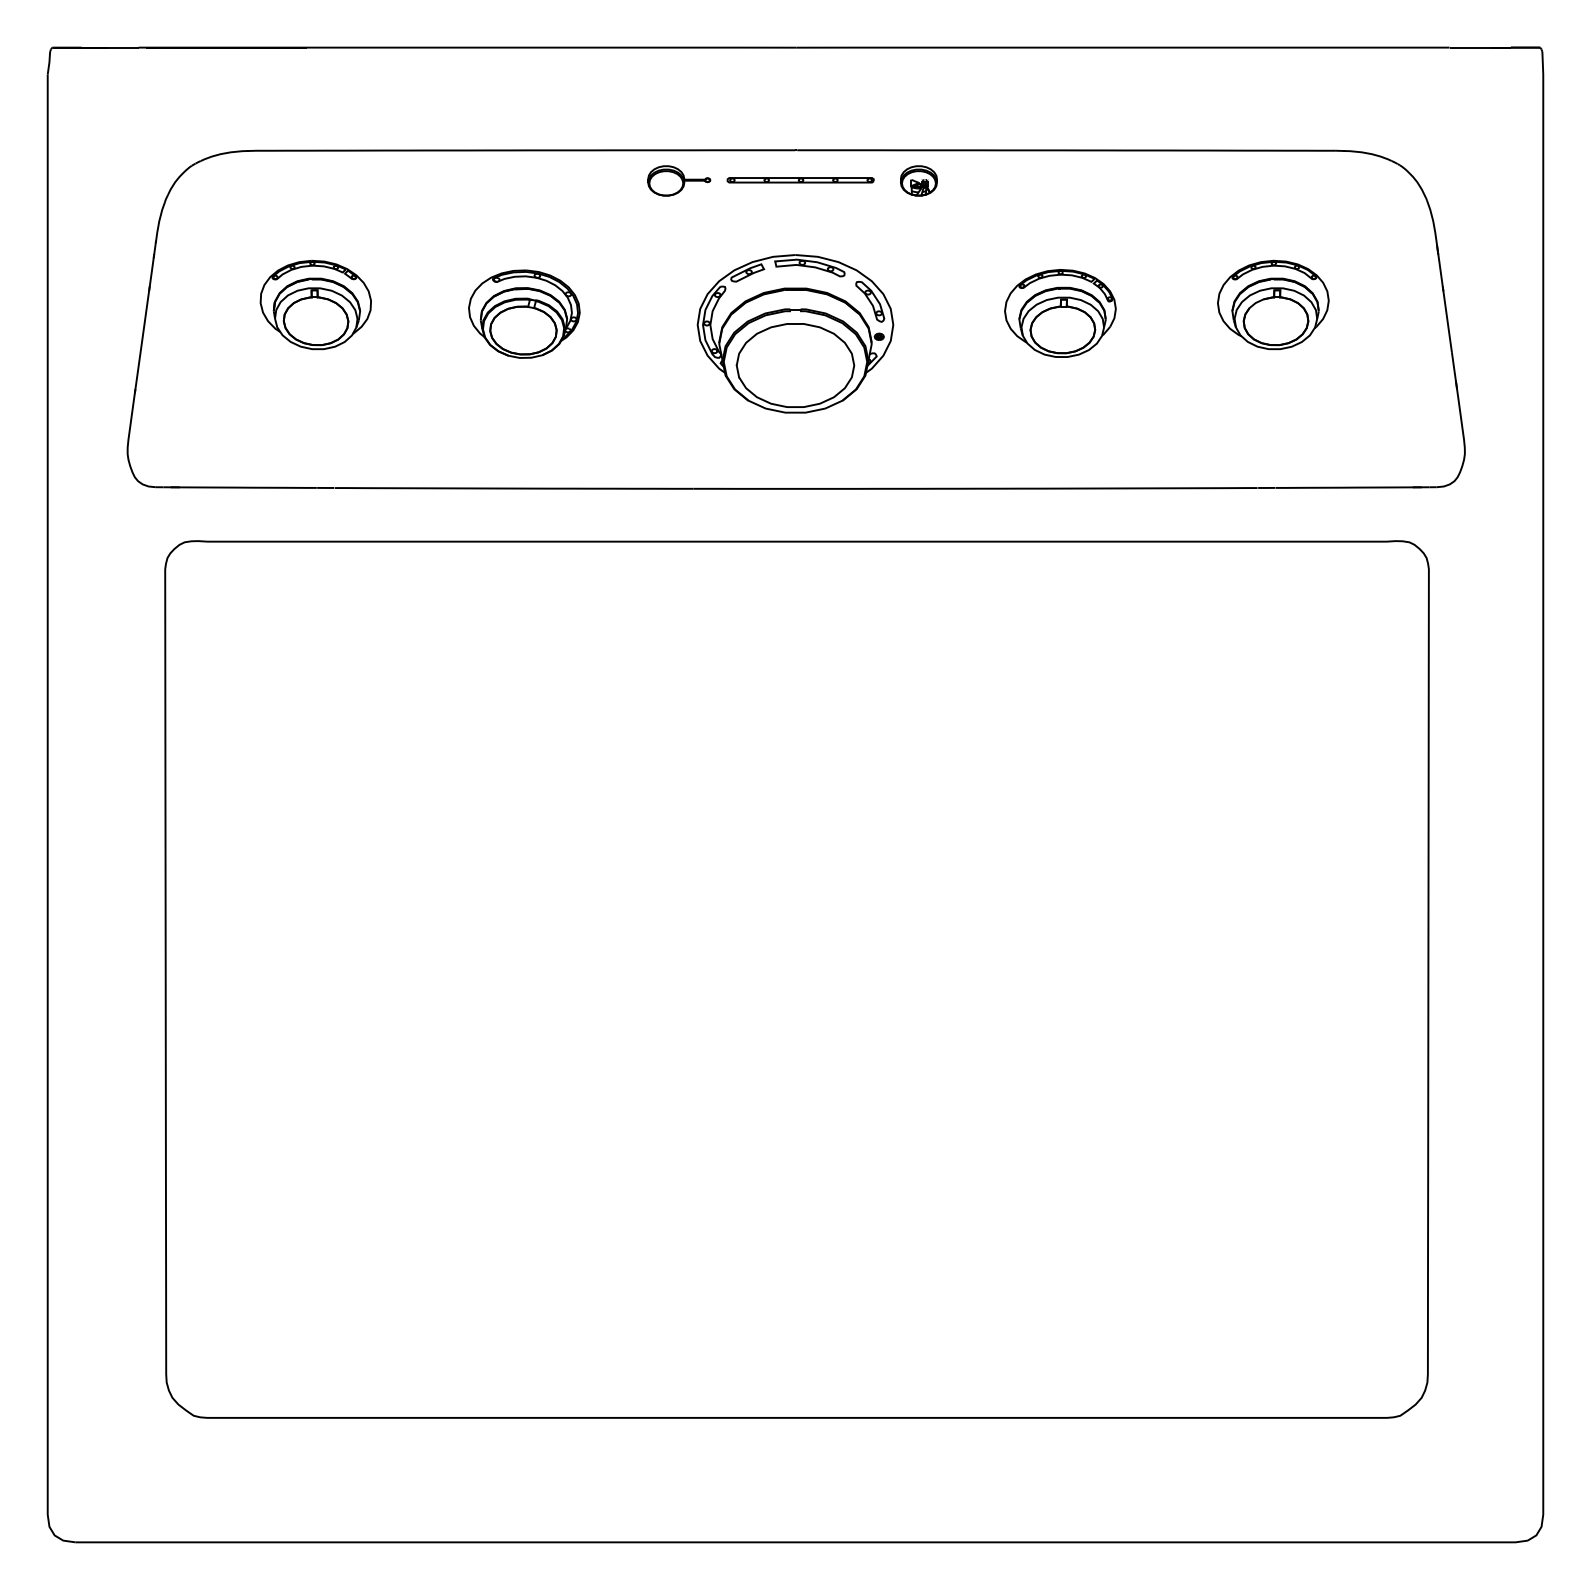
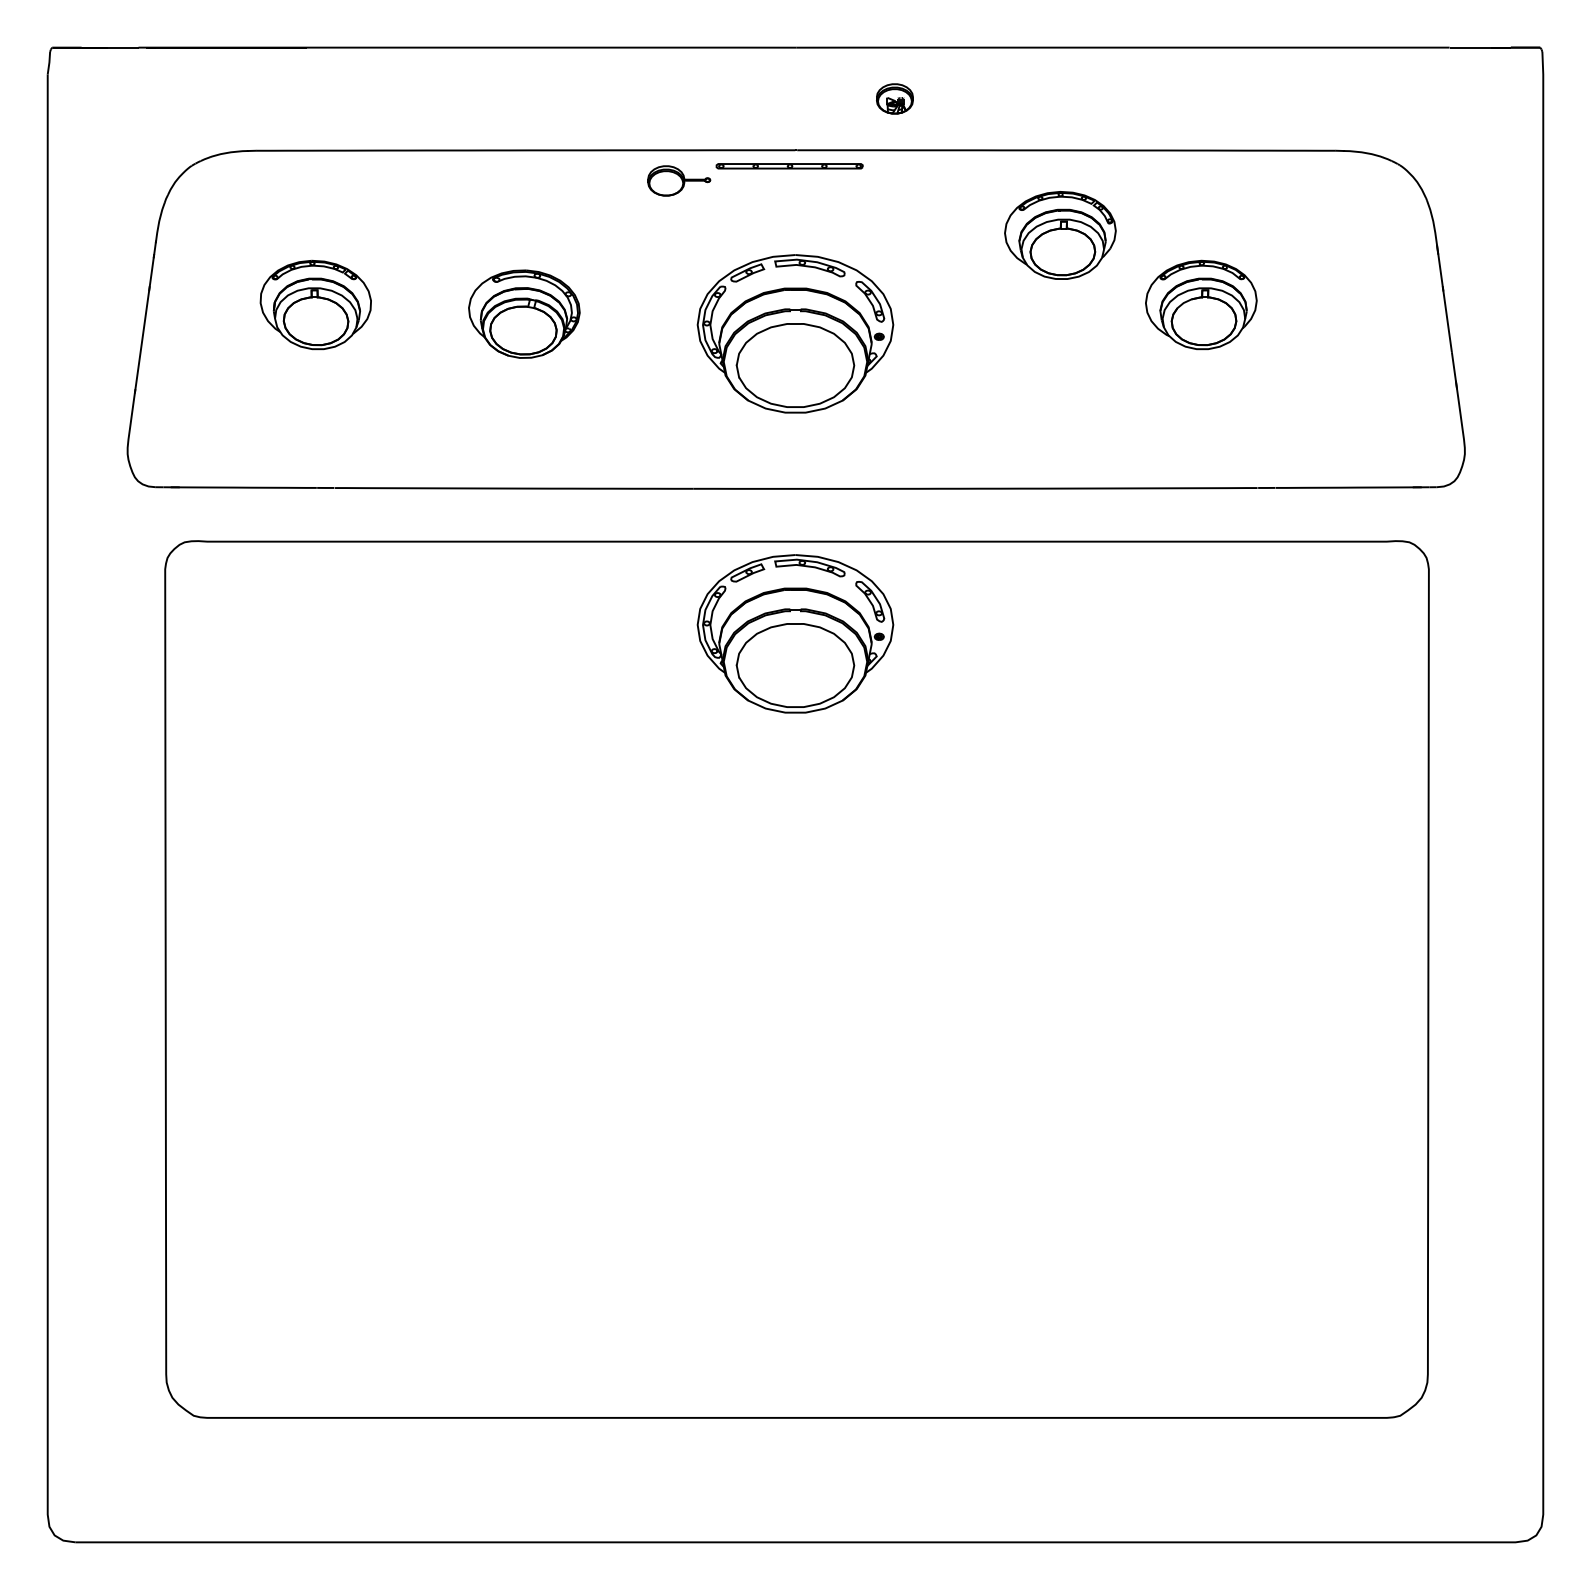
part at (800, 180) position: (800, 180) -> (789, 166)
part at (918, 180) position: (918, 180) -> (894, 98)
part at (1273, 304) position: (1273, 304) -> (1201, 304)
part at (1060, 313) position: (1060, 313) -> (1060, 235)
part at (795, 633): none -> present
